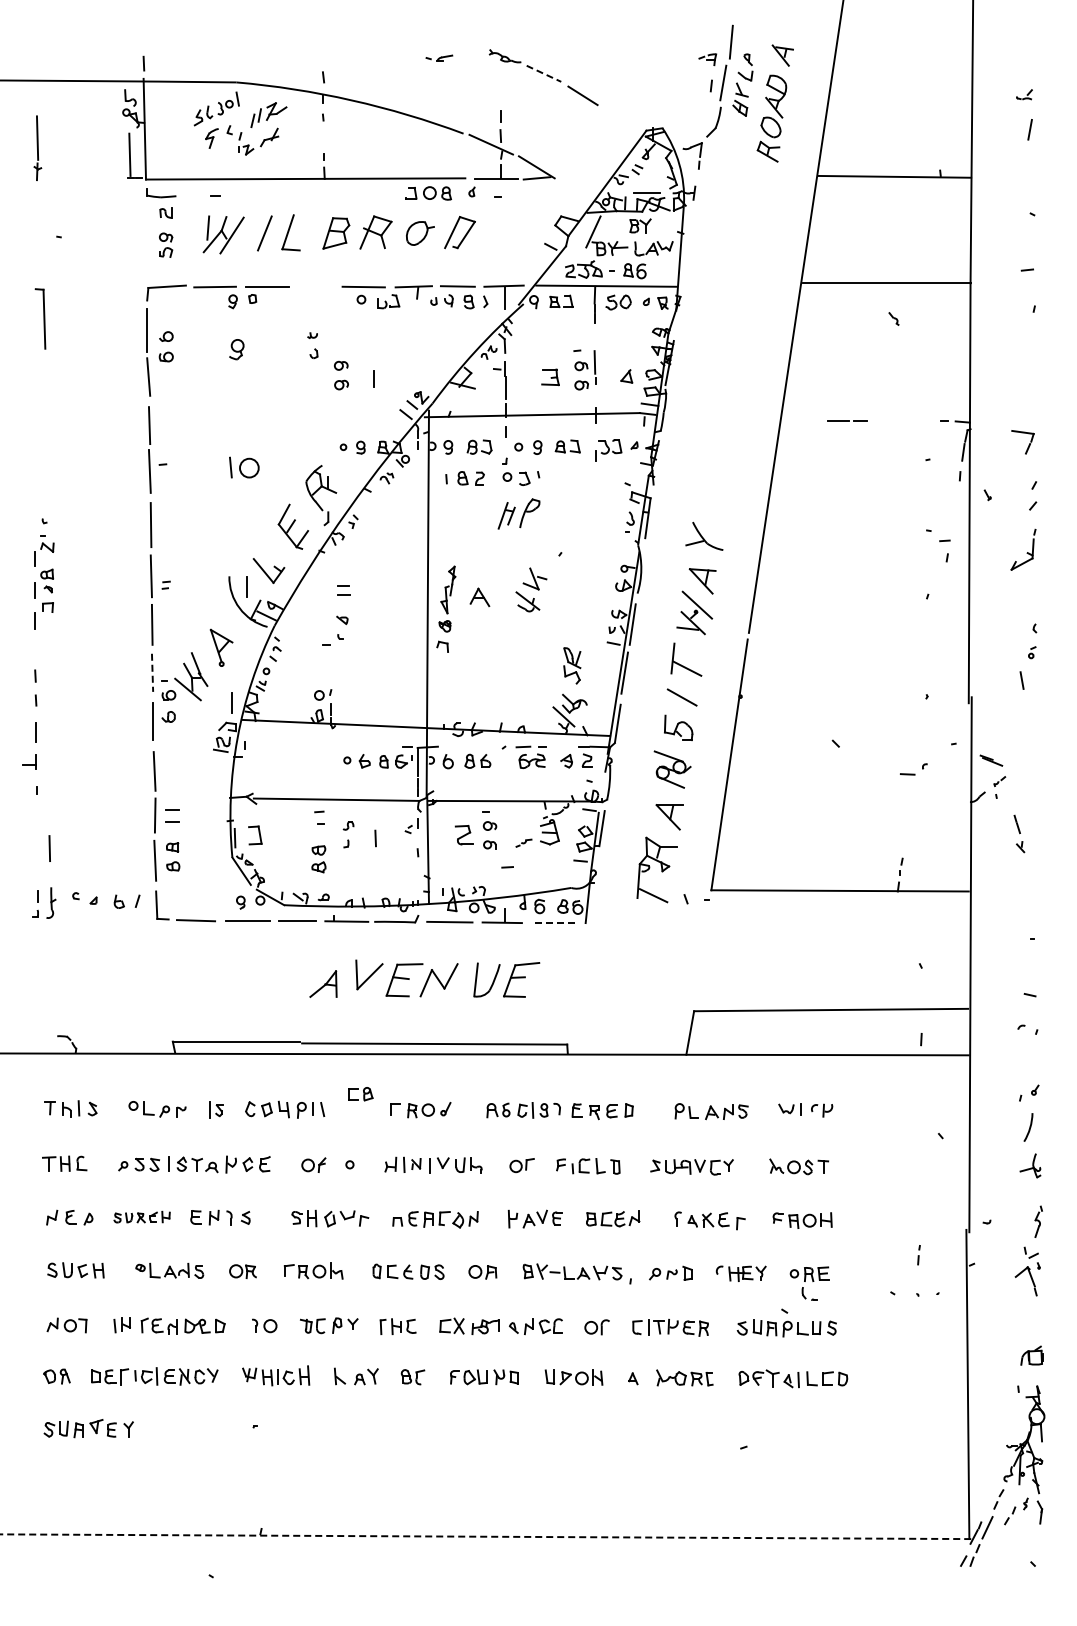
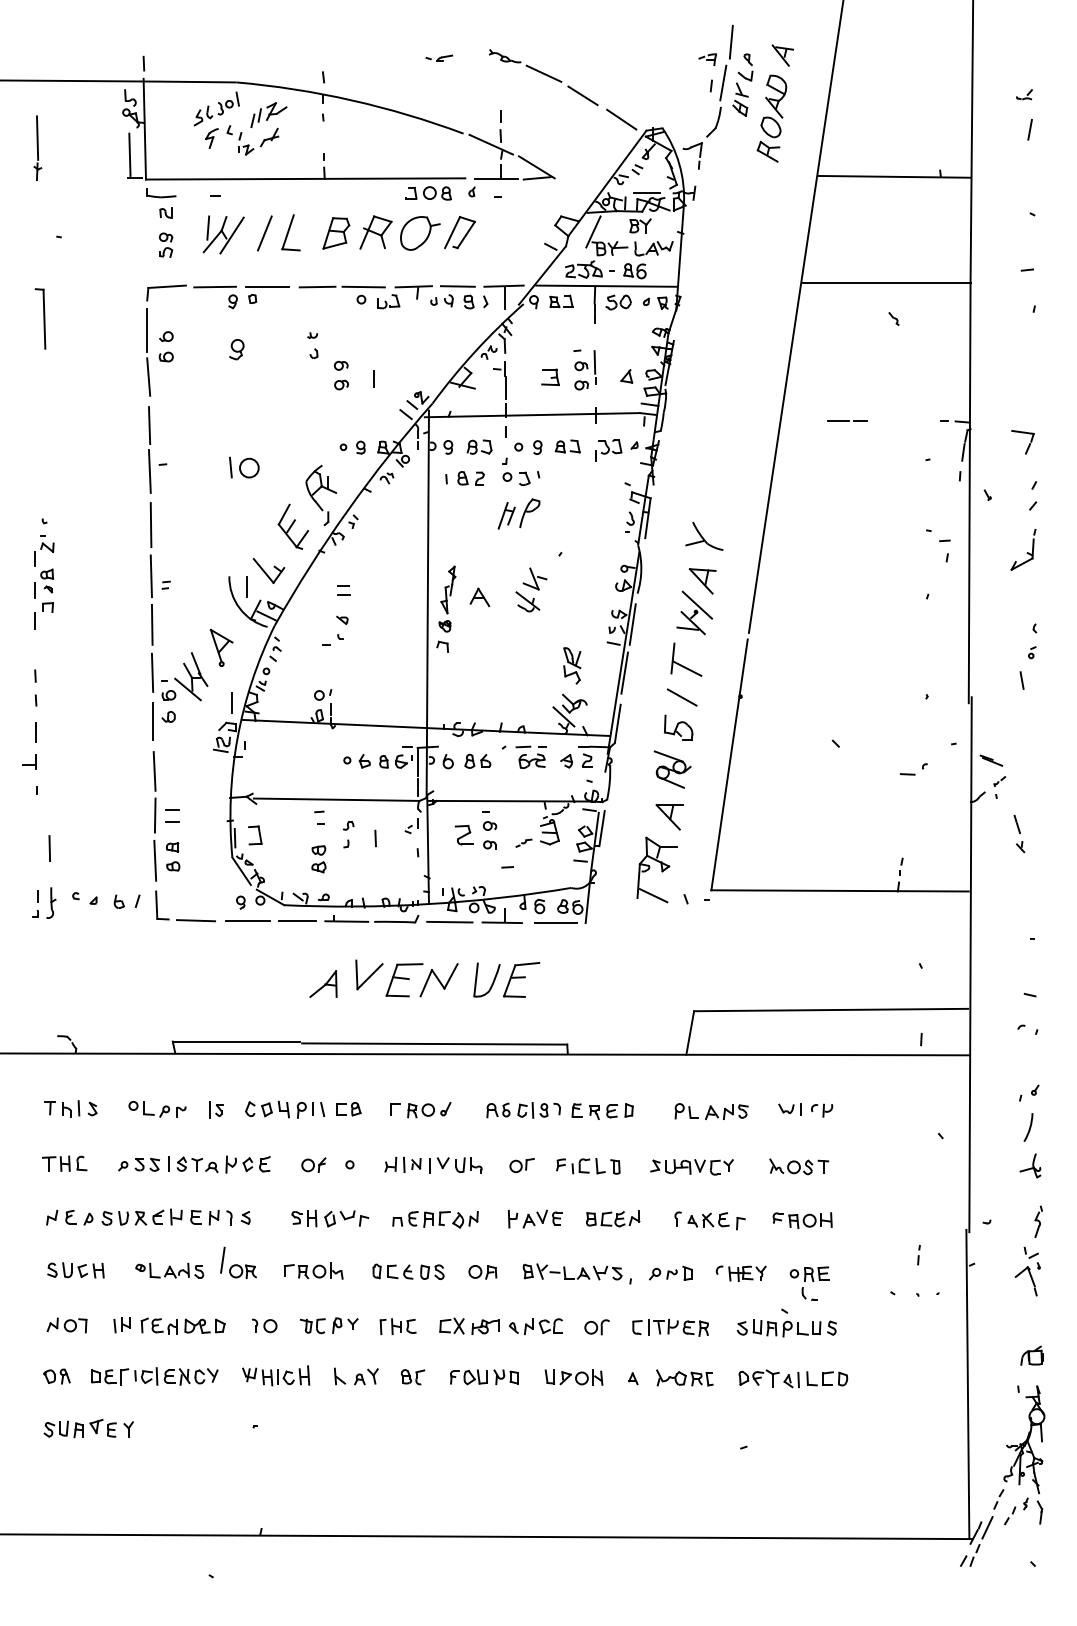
line at (544, 74): dashed -> solid
line at (621, 119): none -> present
part at (420, 233) size: 29x25 px -> 41x35 px
line at (317, 286): none -> present
line at (152, 673): dashed -> solid
line at (556, 923): dashed -> solid
part at (360, 1094) position: (360, 1094) -> (348, 1109)
part at (141, 1216) size: 58x14 px -> 82x18 px
line at (222, 1259): none -> present
line at (486, 1536): dashed -> solid
